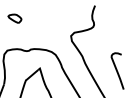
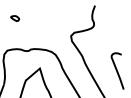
part at (14, 18) size: 16x11 px -> 11x7 px
